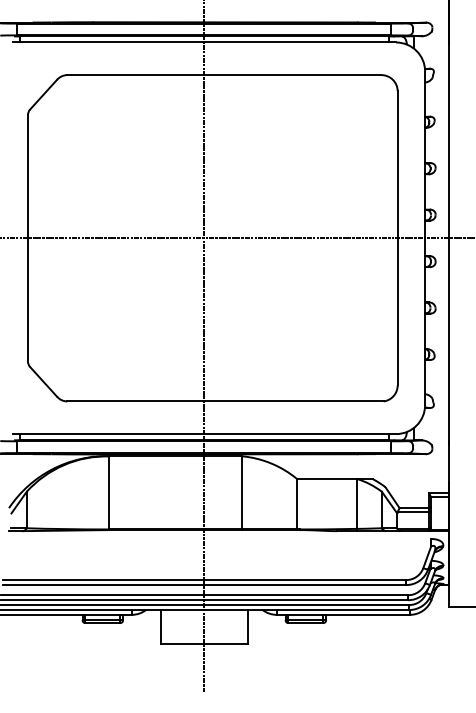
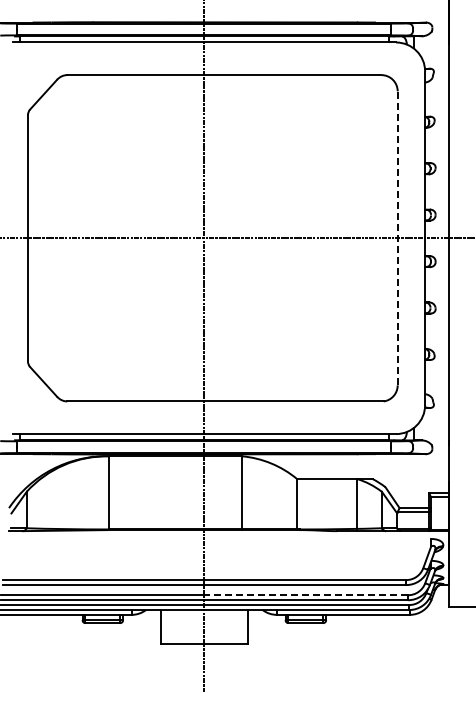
line at (397, 237): solid -> dashed
line at (306, 595): solid -> dashed
